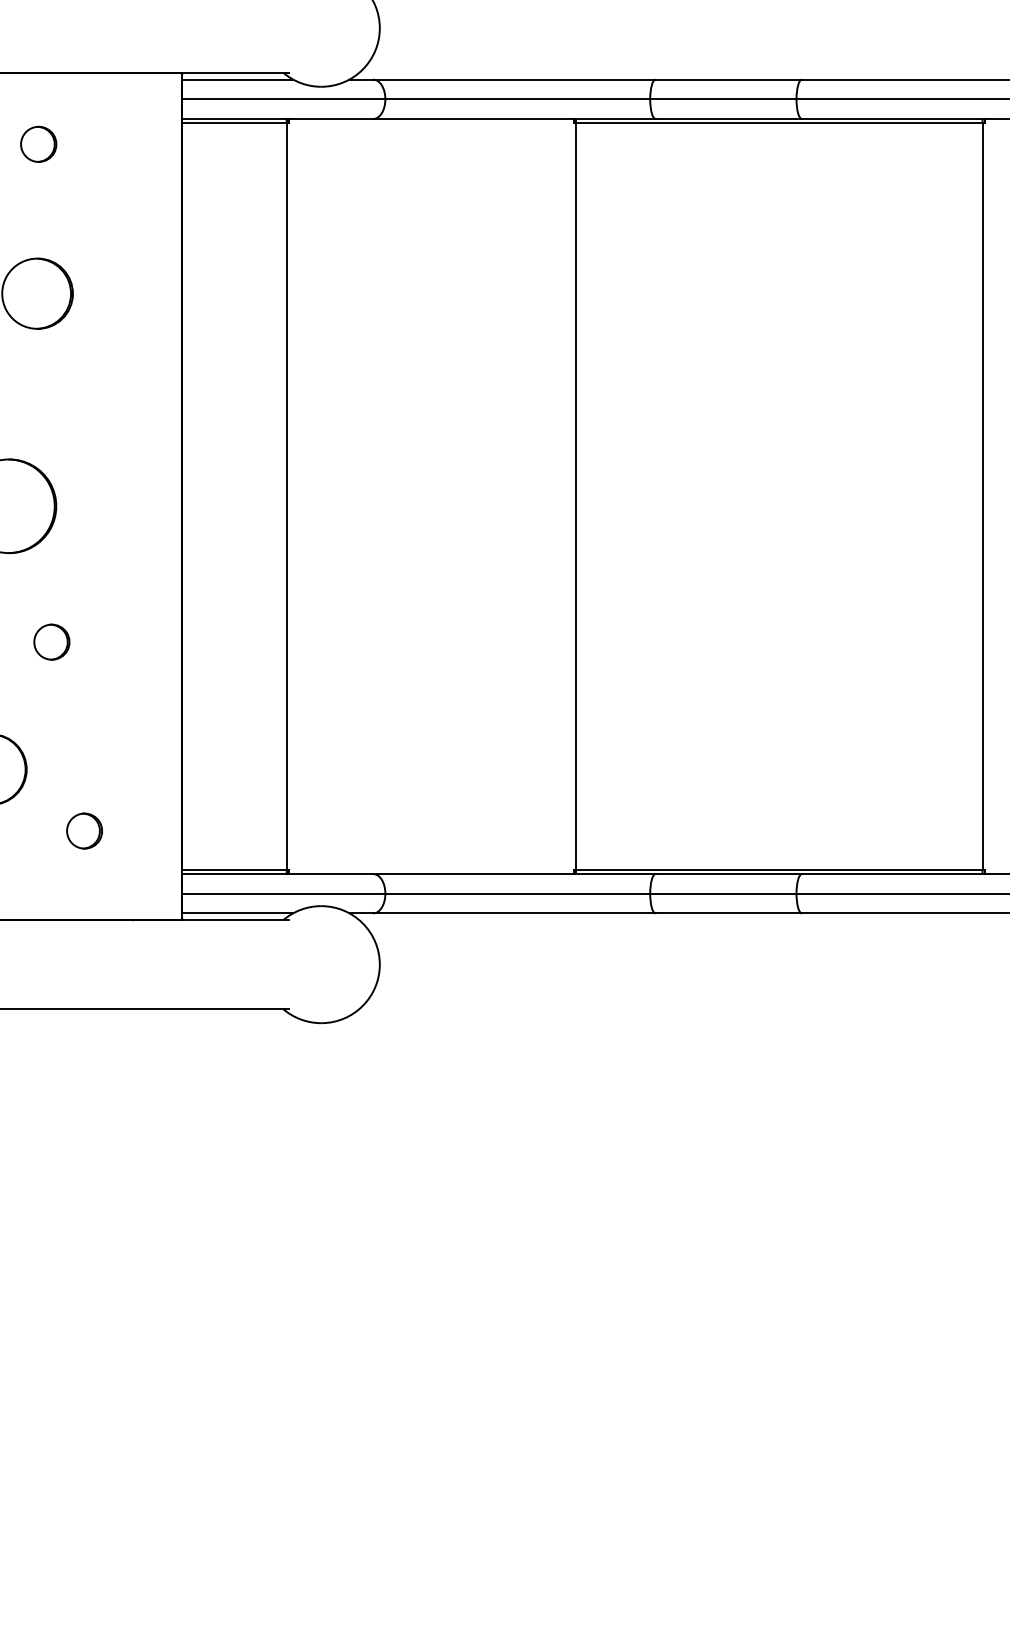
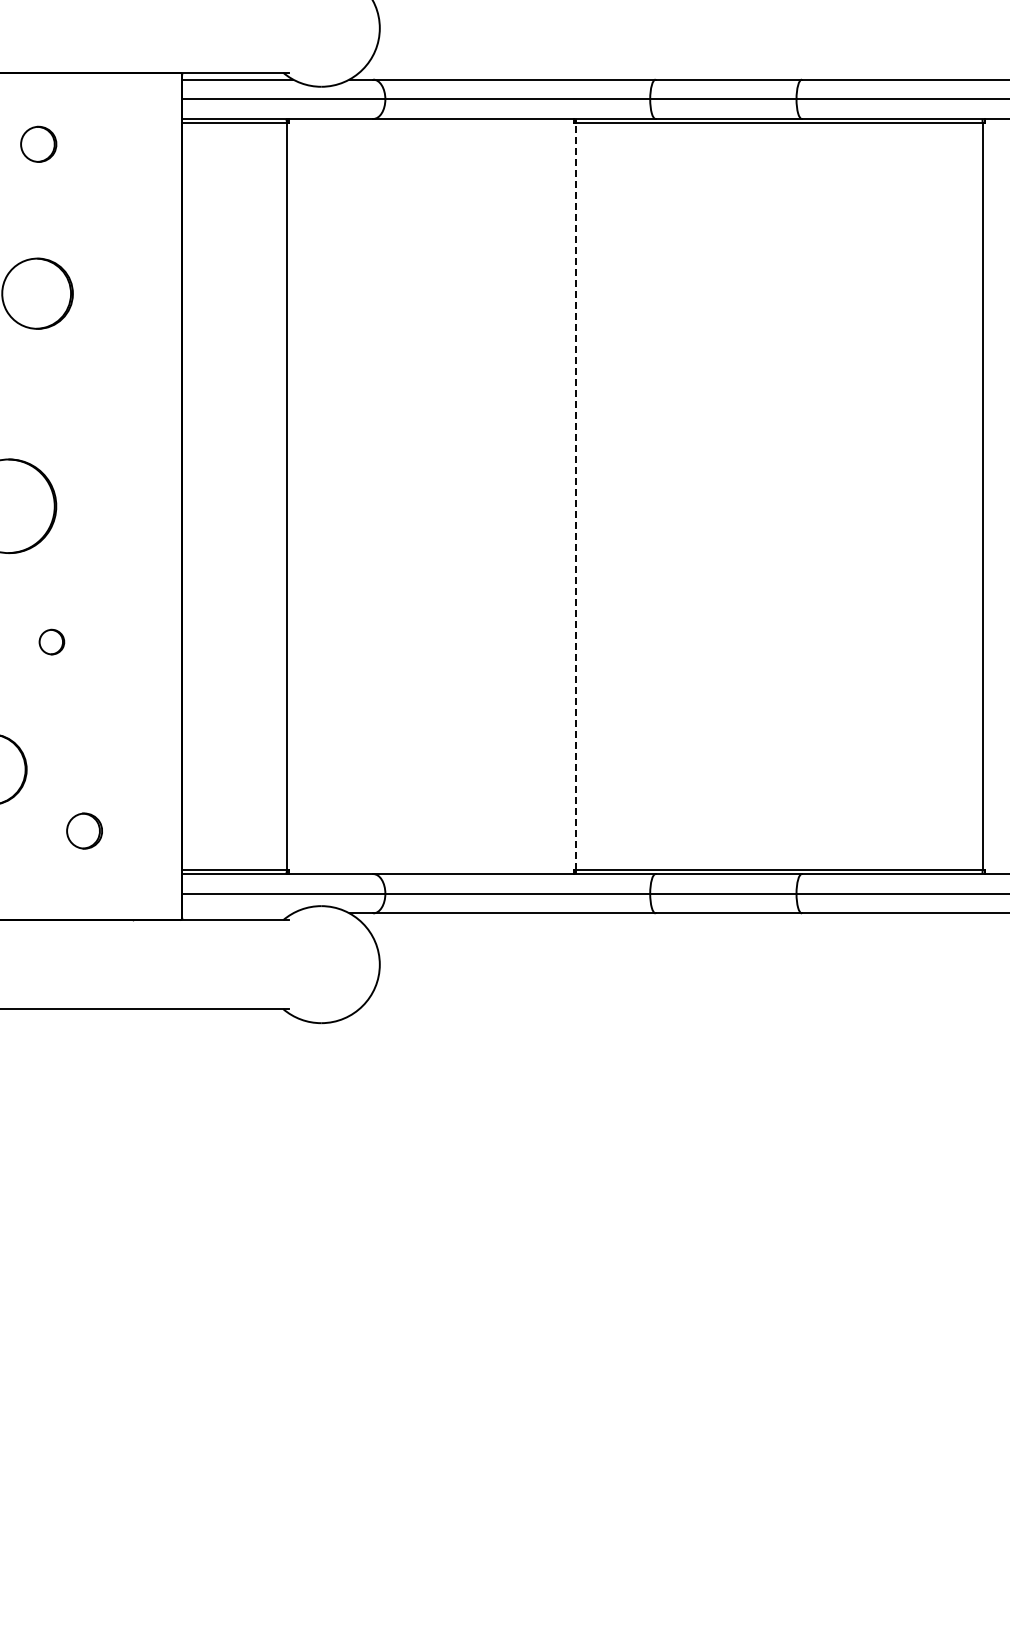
line at (576, 495): solid -> dashed
part at (51, 641) size: 38x38 px -> 28x28 px
line at (237, 913): present -> none
